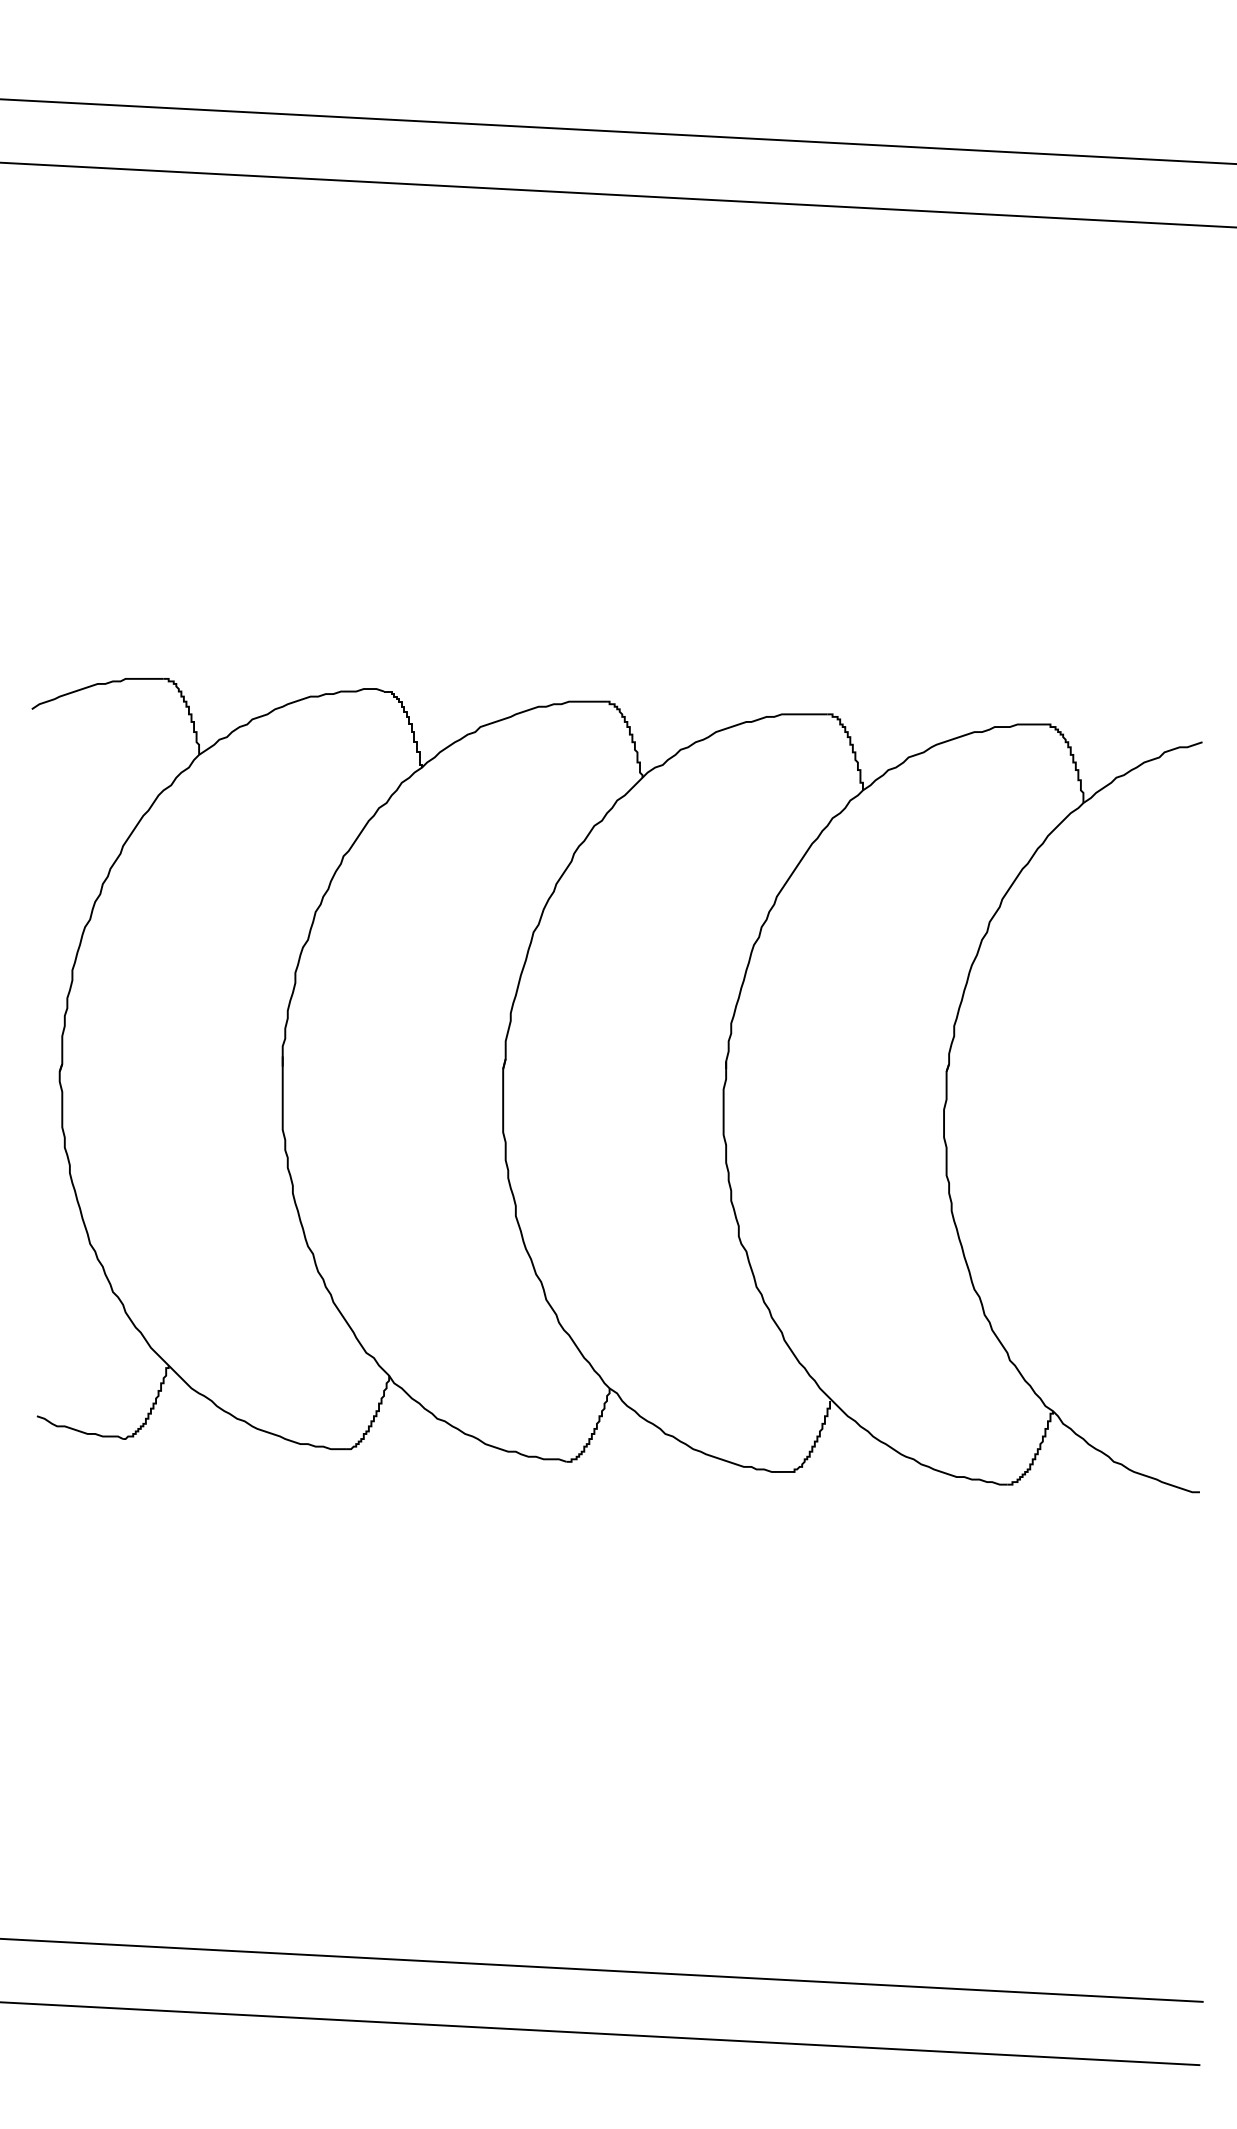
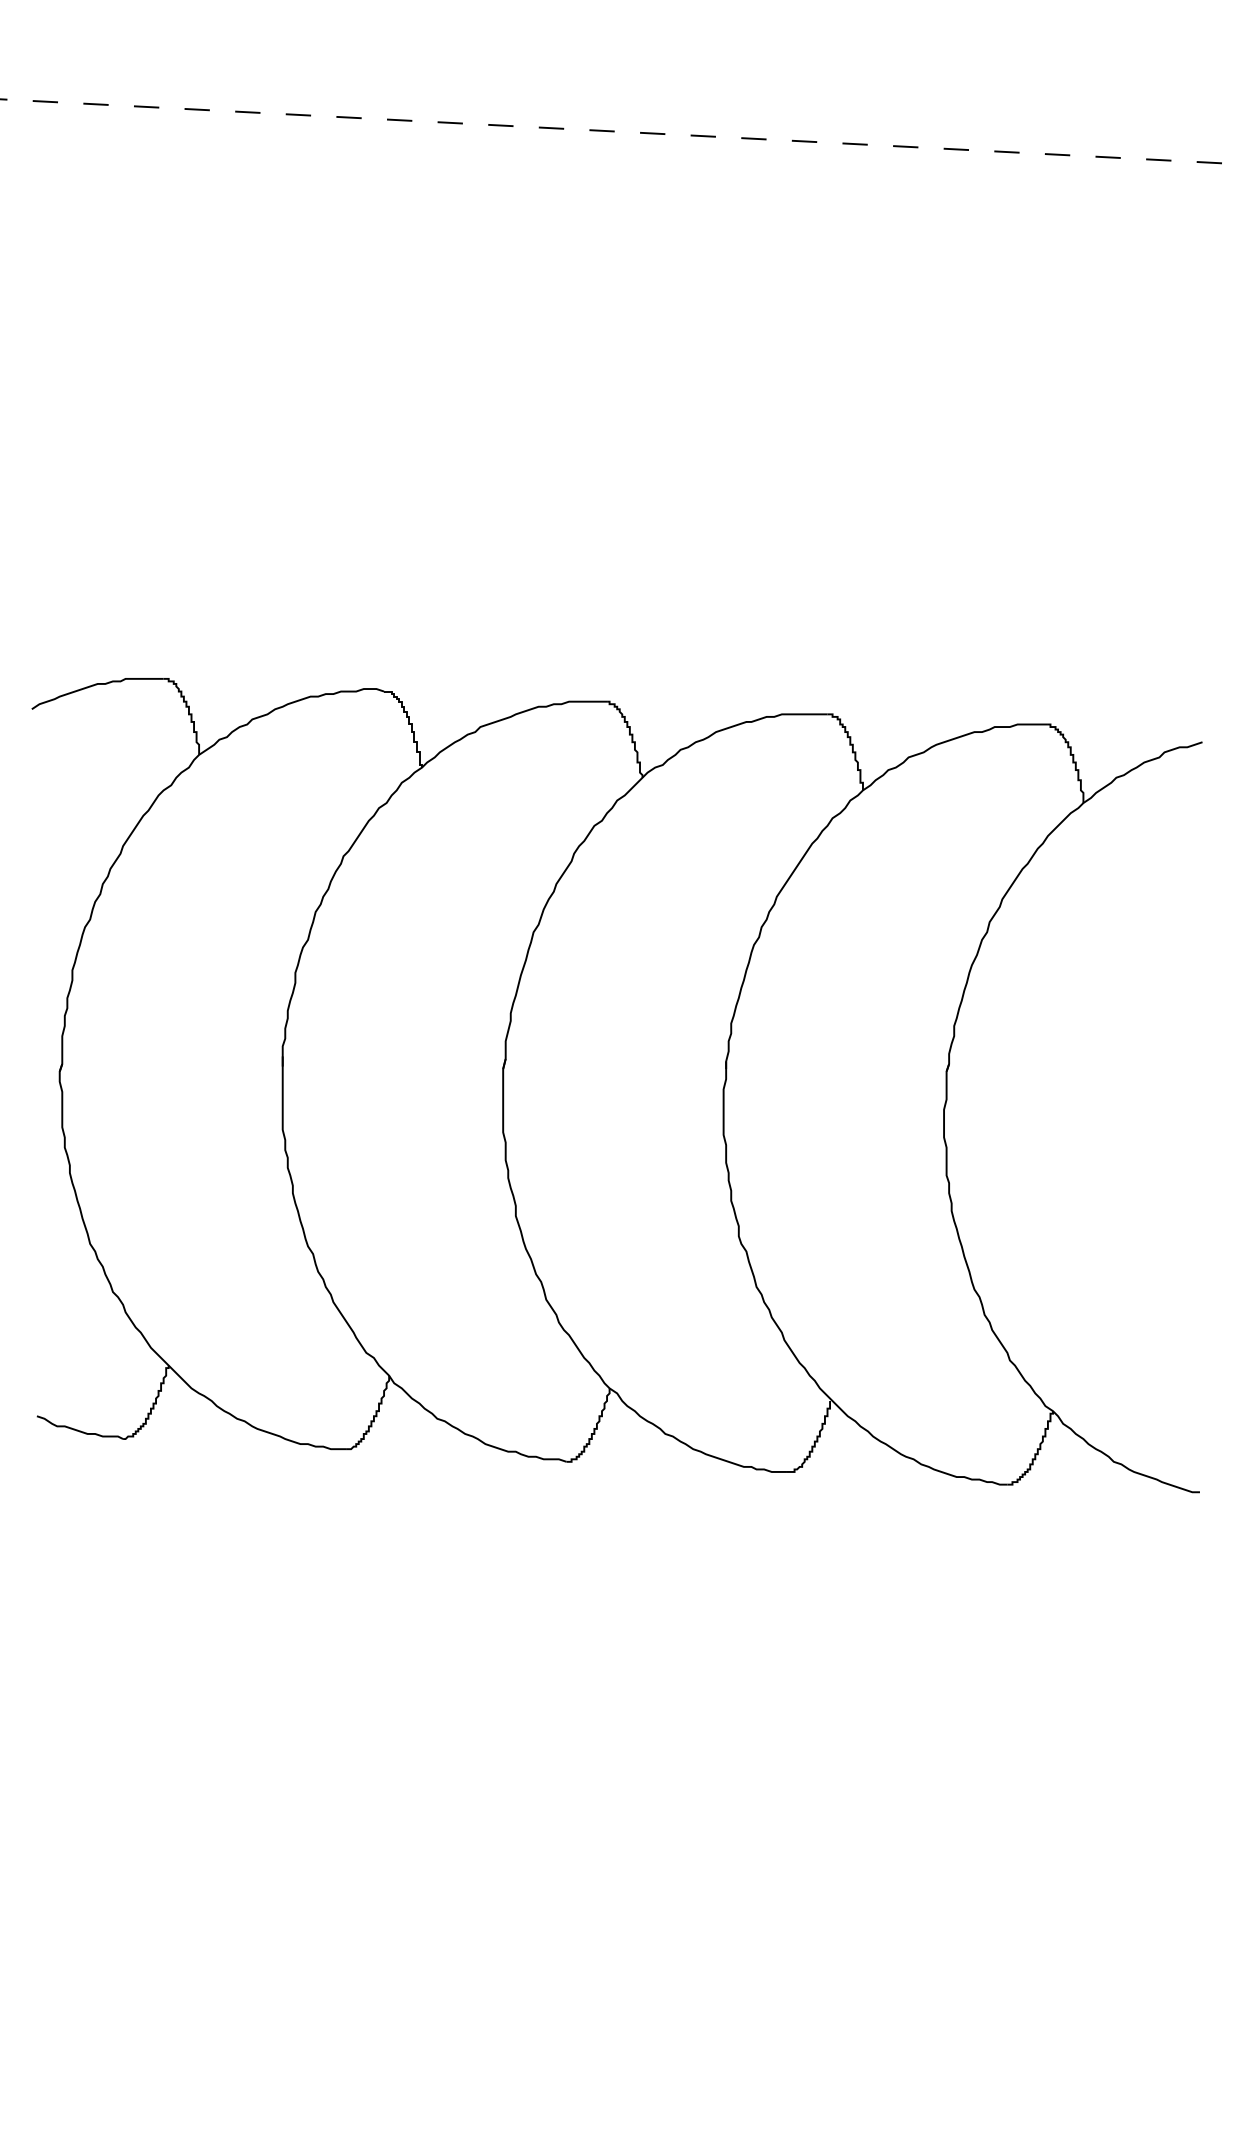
line at (619, 131): solid -> dashed
line at (617, 194): present -> none
line at (602, 1969): present -> none
line at (600, 2033): present -> none
